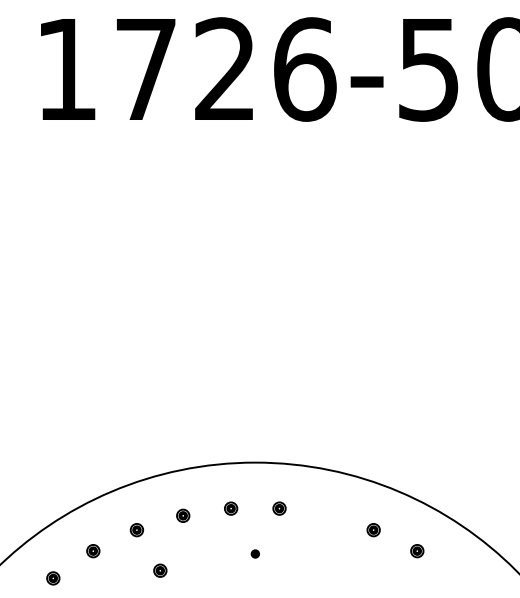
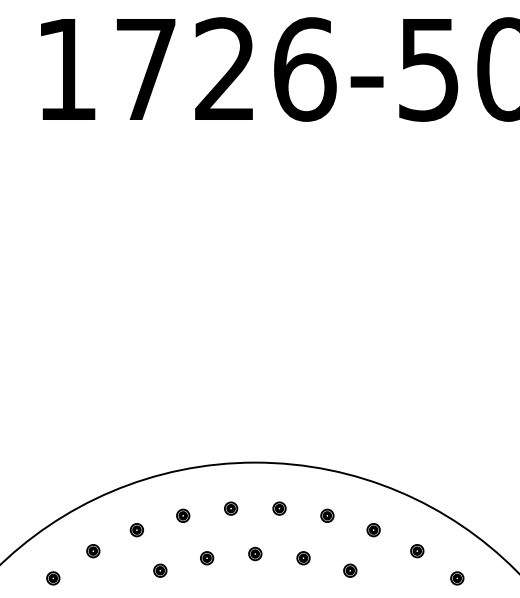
part at (327, 515): none -> present
part at (254, 553) size: 10x10 px -> 15x16 px
part at (207, 558): none -> present
part at (303, 558): none -> present
part at (350, 570): none -> present
part at (457, 578): none -> present
